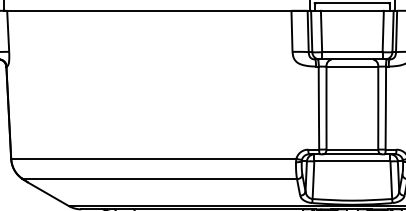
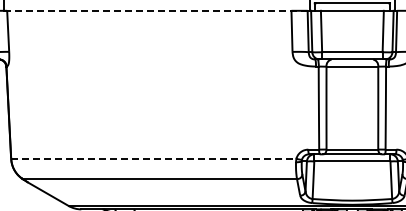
line at (155, 10): solid -> dashed
line at (153, 158): solid -> dashed
